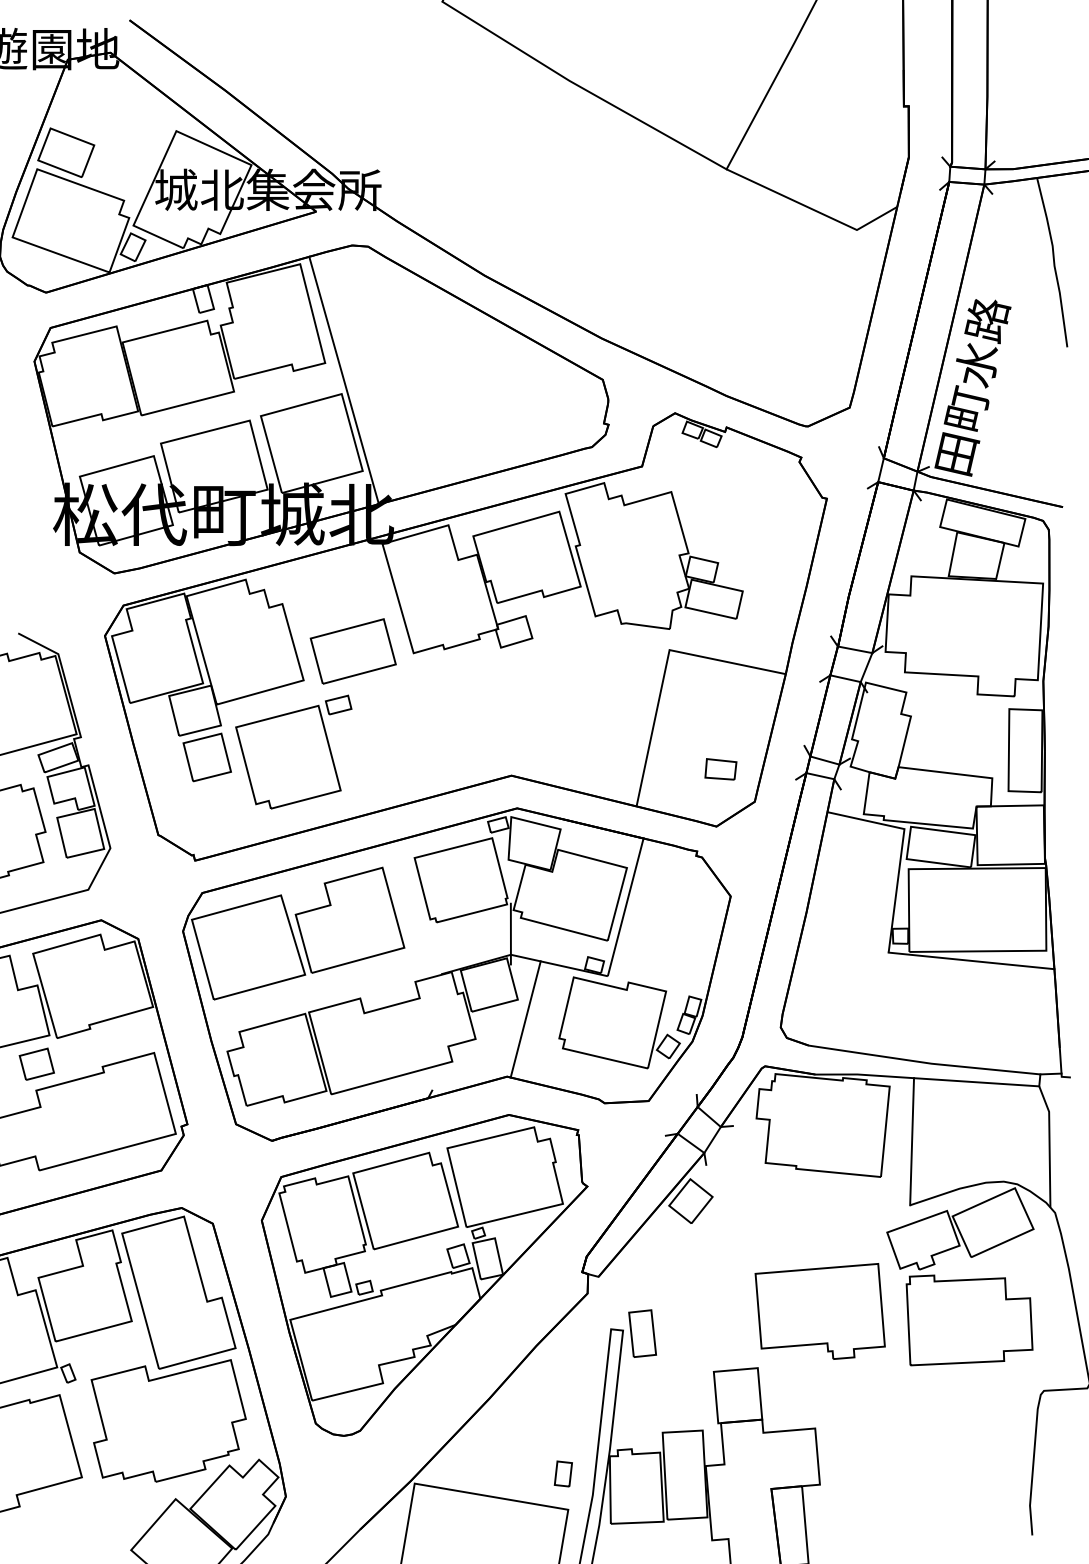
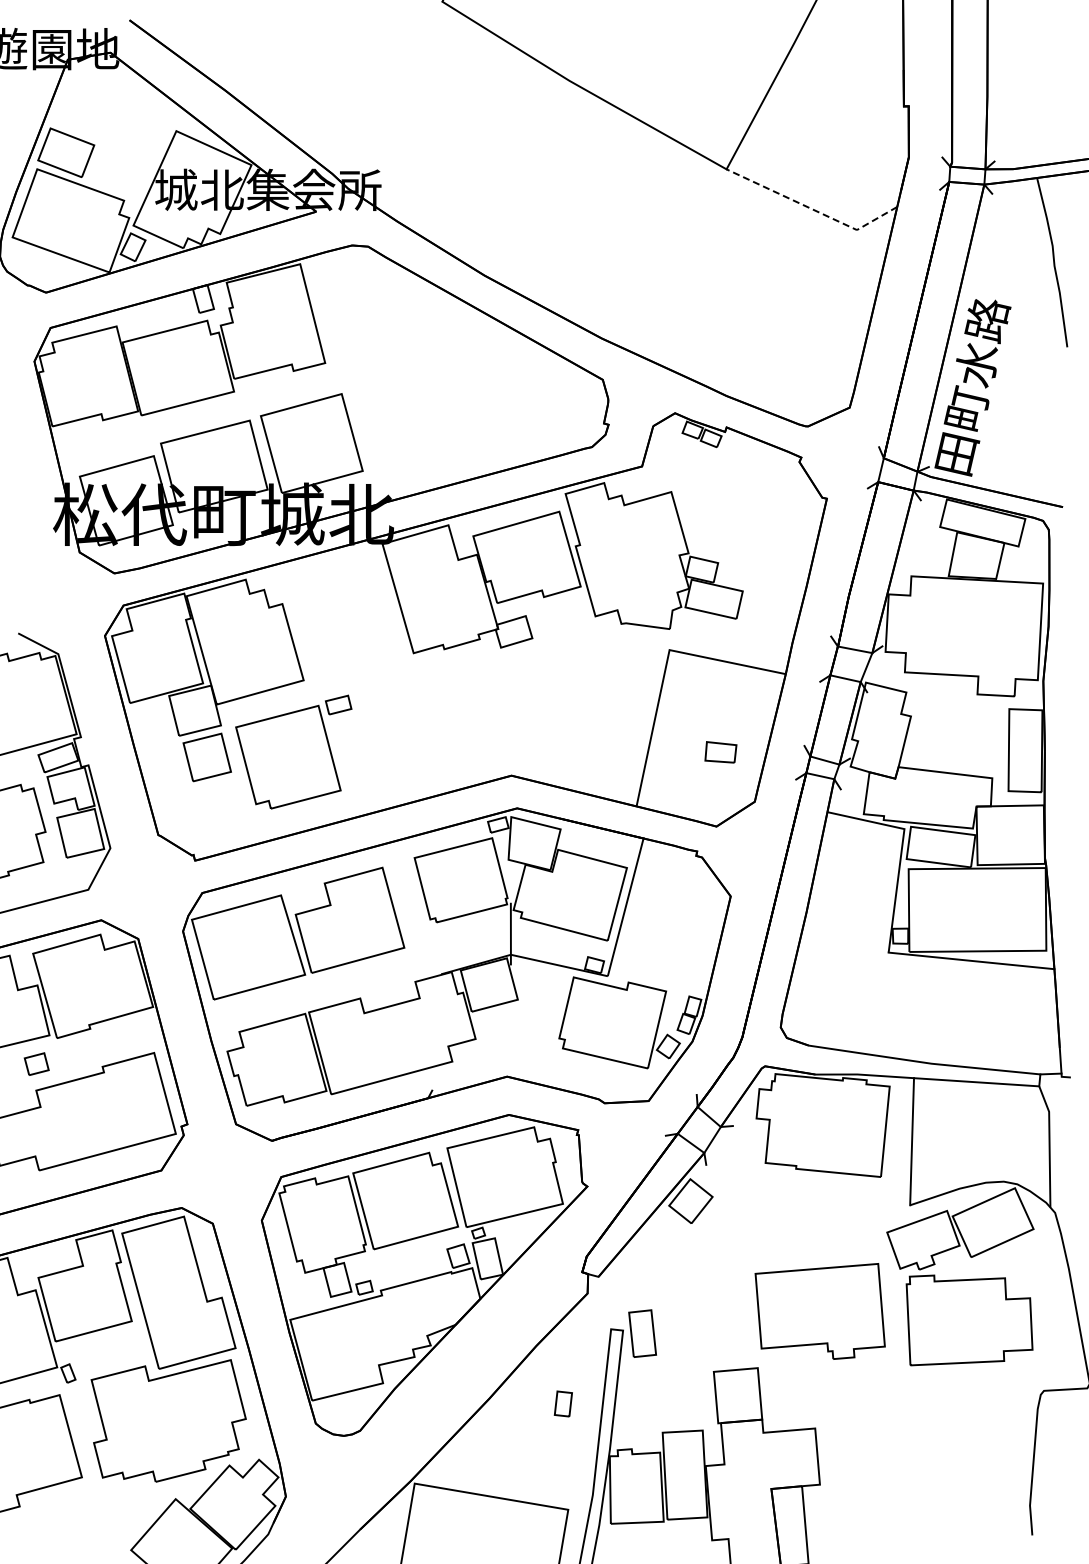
line at (813, 209): solid -> dashed
line at (343, 380): present -> none
part at (352, 651): present -> none
part at (720, 769) position: (720, 769) -> (720, 752)
line at (525, 1019): present -> none
part at (36, 1063) size: 37x34 px -> 27x24 px
part at (562, 1473) position: (562, 1473) -> (562, 1403)
